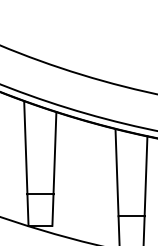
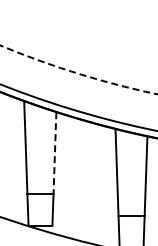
arc at (78, 73): solid -> dashed
line at (54, 153): solid -> dashed
